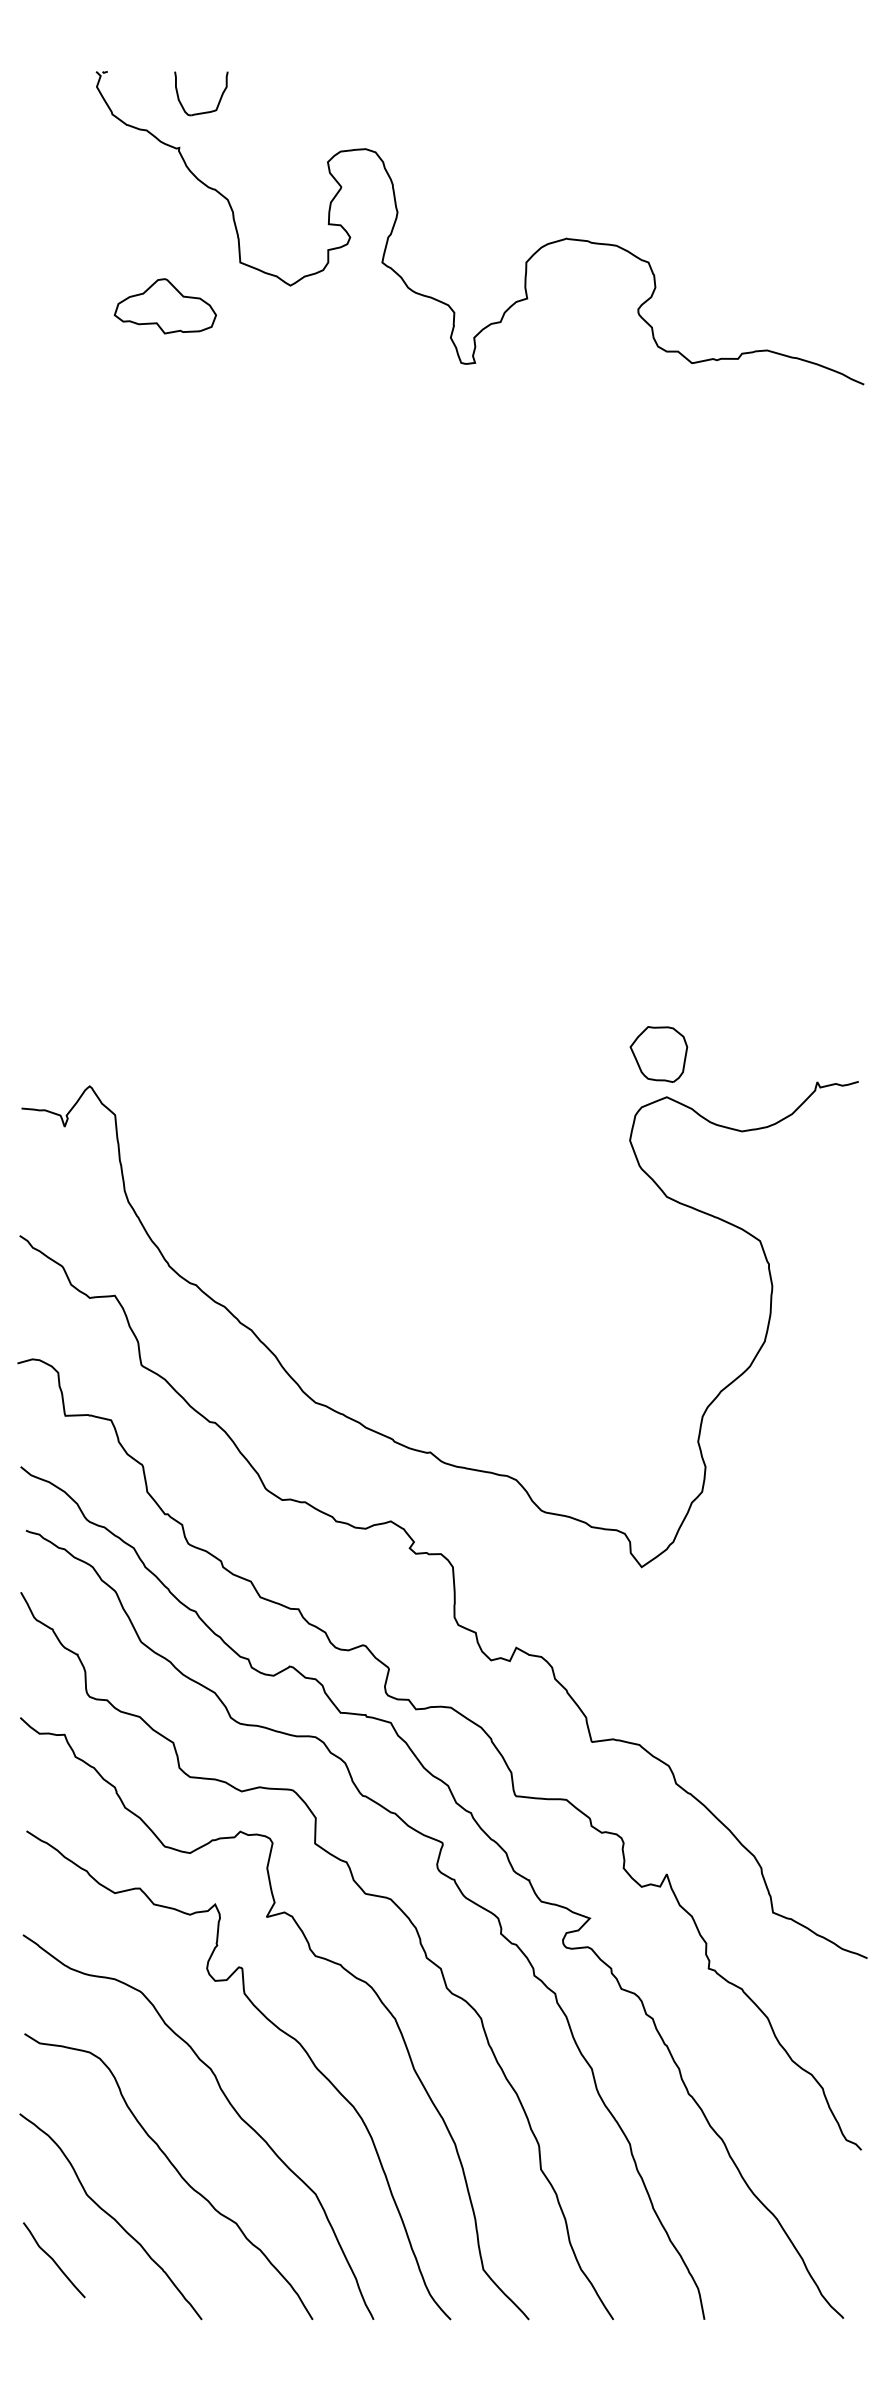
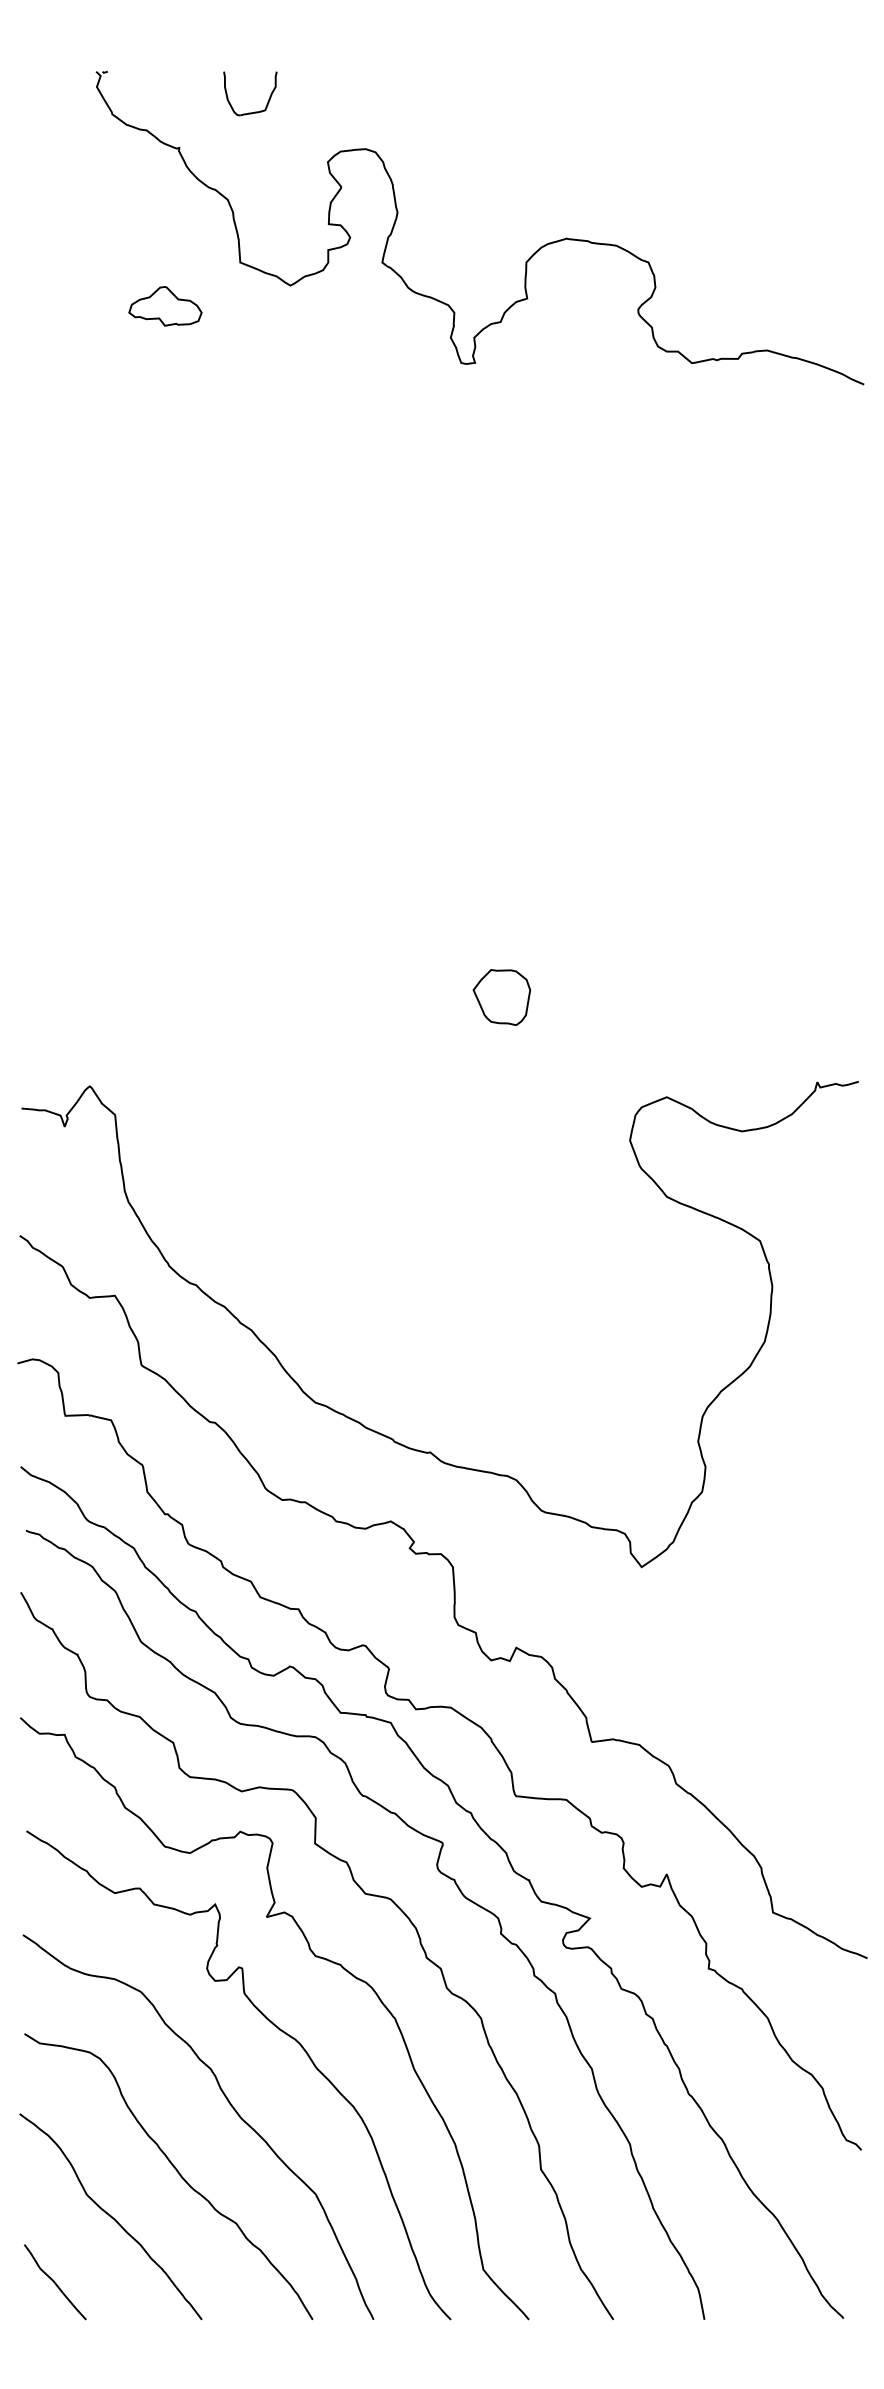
part at (205, 111) position: (205, 111) -> (254, 111)
part at (164, 306) size: 104x57 px -> 75x41 px
part at (658, 1054) position: (658, 1054) -> (501, 997)
curve at (54, 2260) position: (54, 2260) -> (55, 2282)
